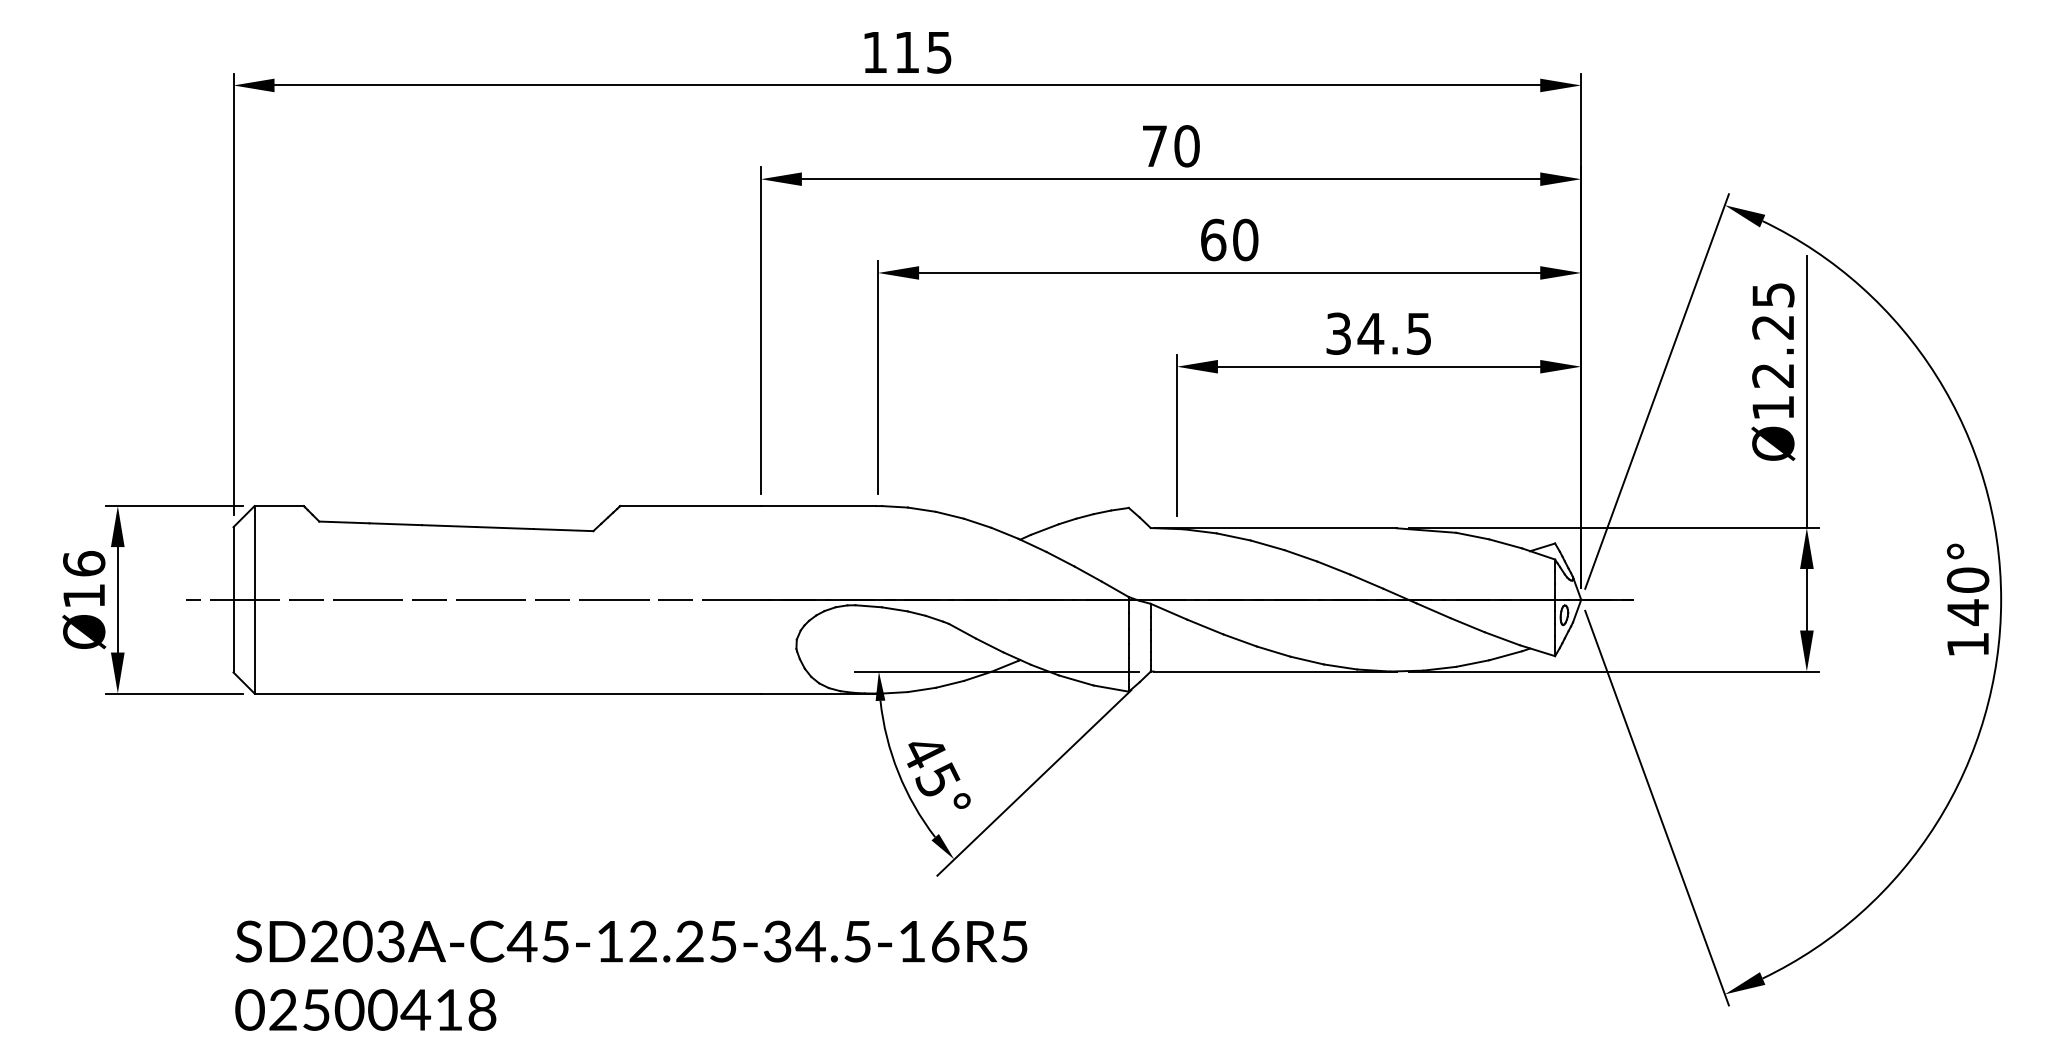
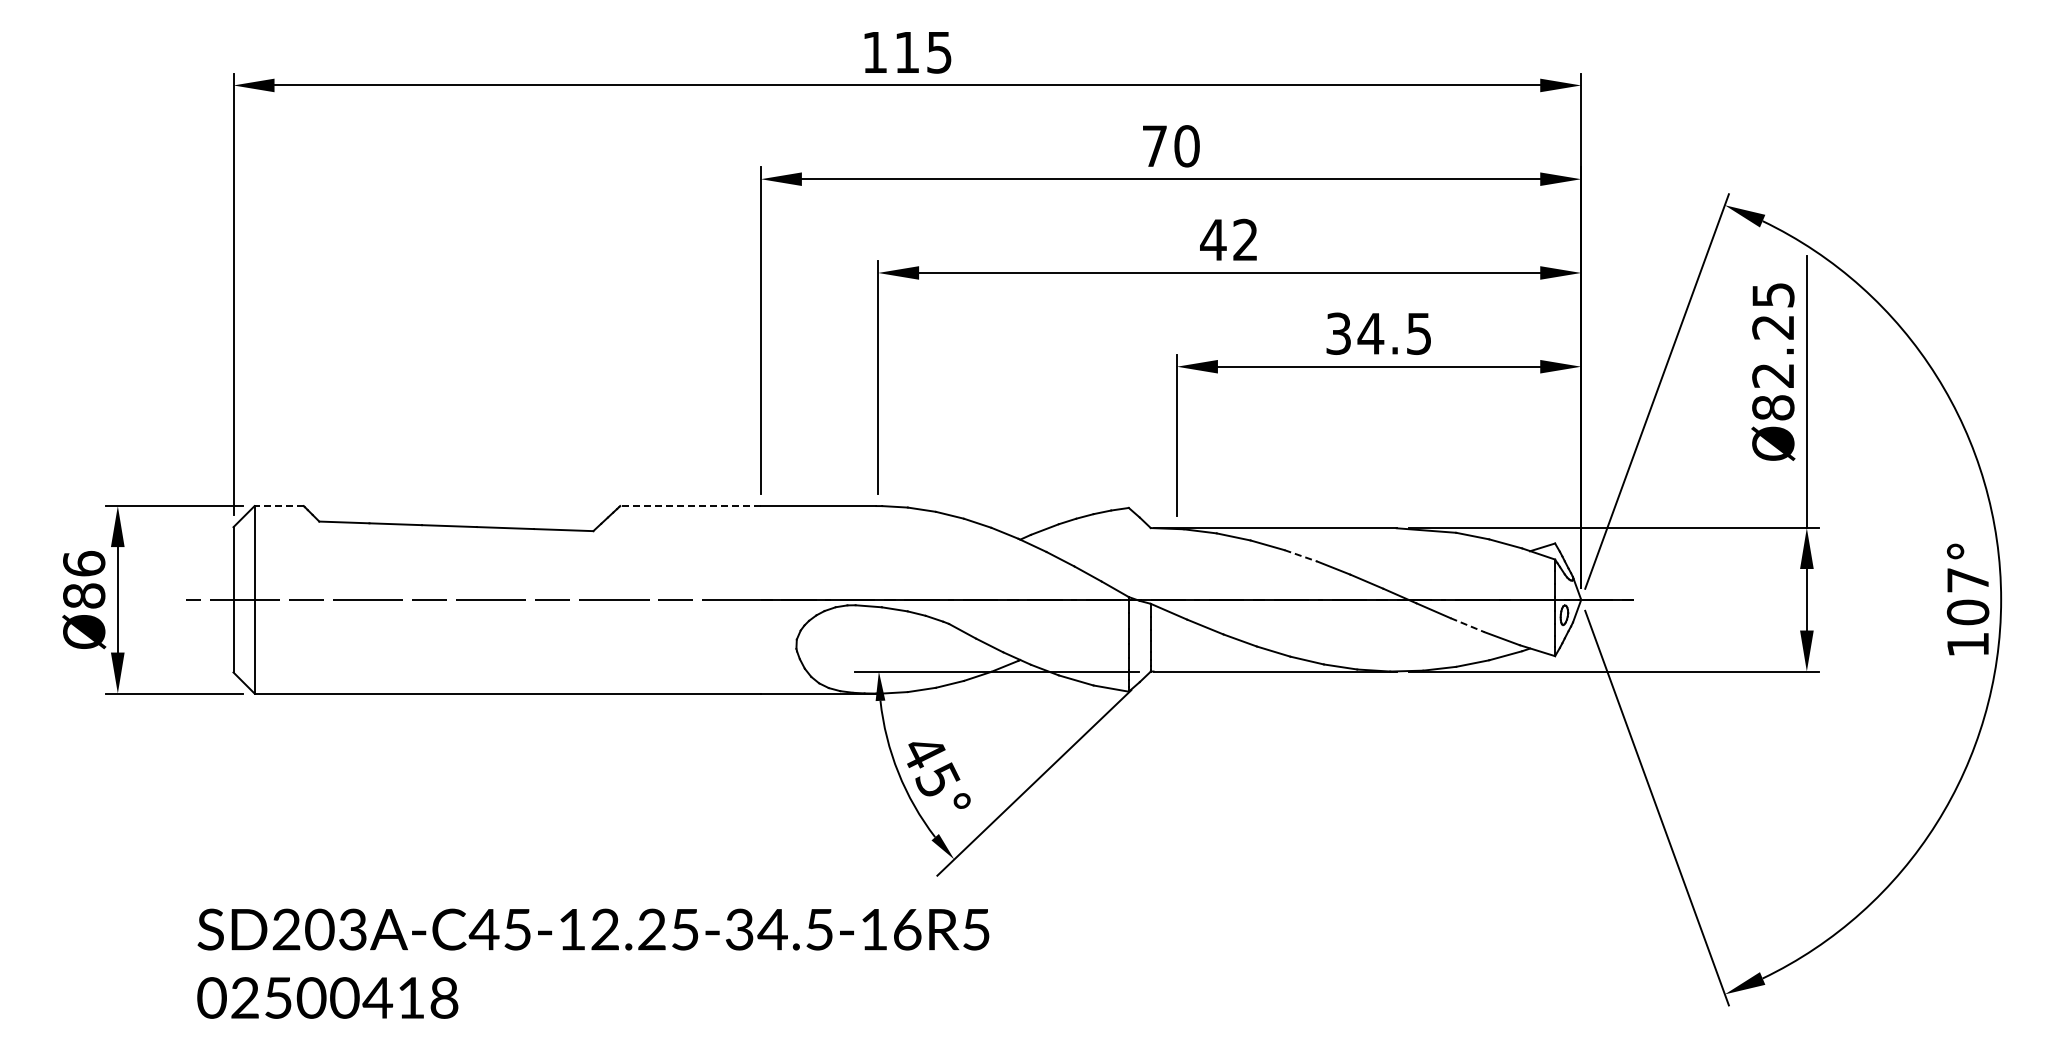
text at (1229, 239): 60 -> 42
text at (1773, 407): Ø12.25 -> Ø82.25
line at (279, 506): solid -> dashed
line at (690, 506): solid -> dashed
line at (1301, 556): solid -> dashed
text at (84, 595): Ø16 -> Ø86
text at (1967, 596): 140° -> 107°
line at (1468, 625): solid -> dashed
text at (631, 975) position: (631, 975) -> (593, 963)
